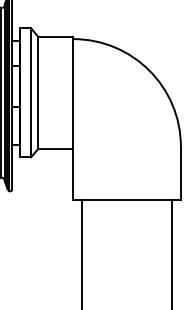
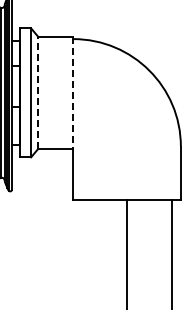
line at (38, 92): solid -> dashed
line at (73, 93): solid -> dashed
line at (82, 252) position: (82, 252) -> (127, 252)
